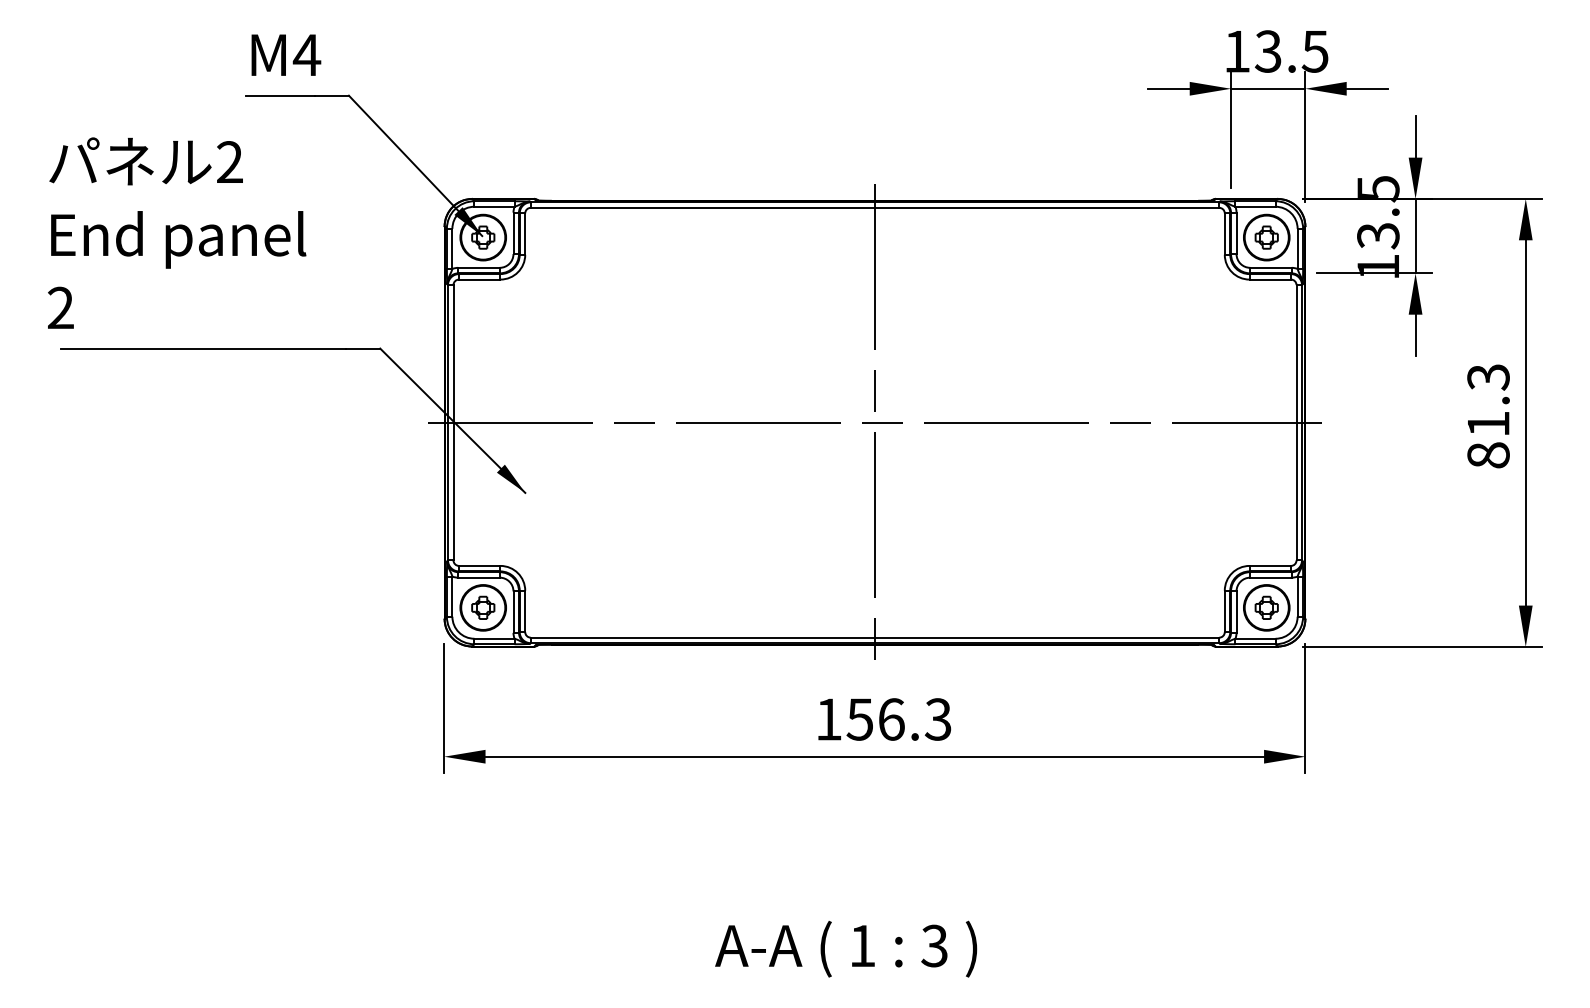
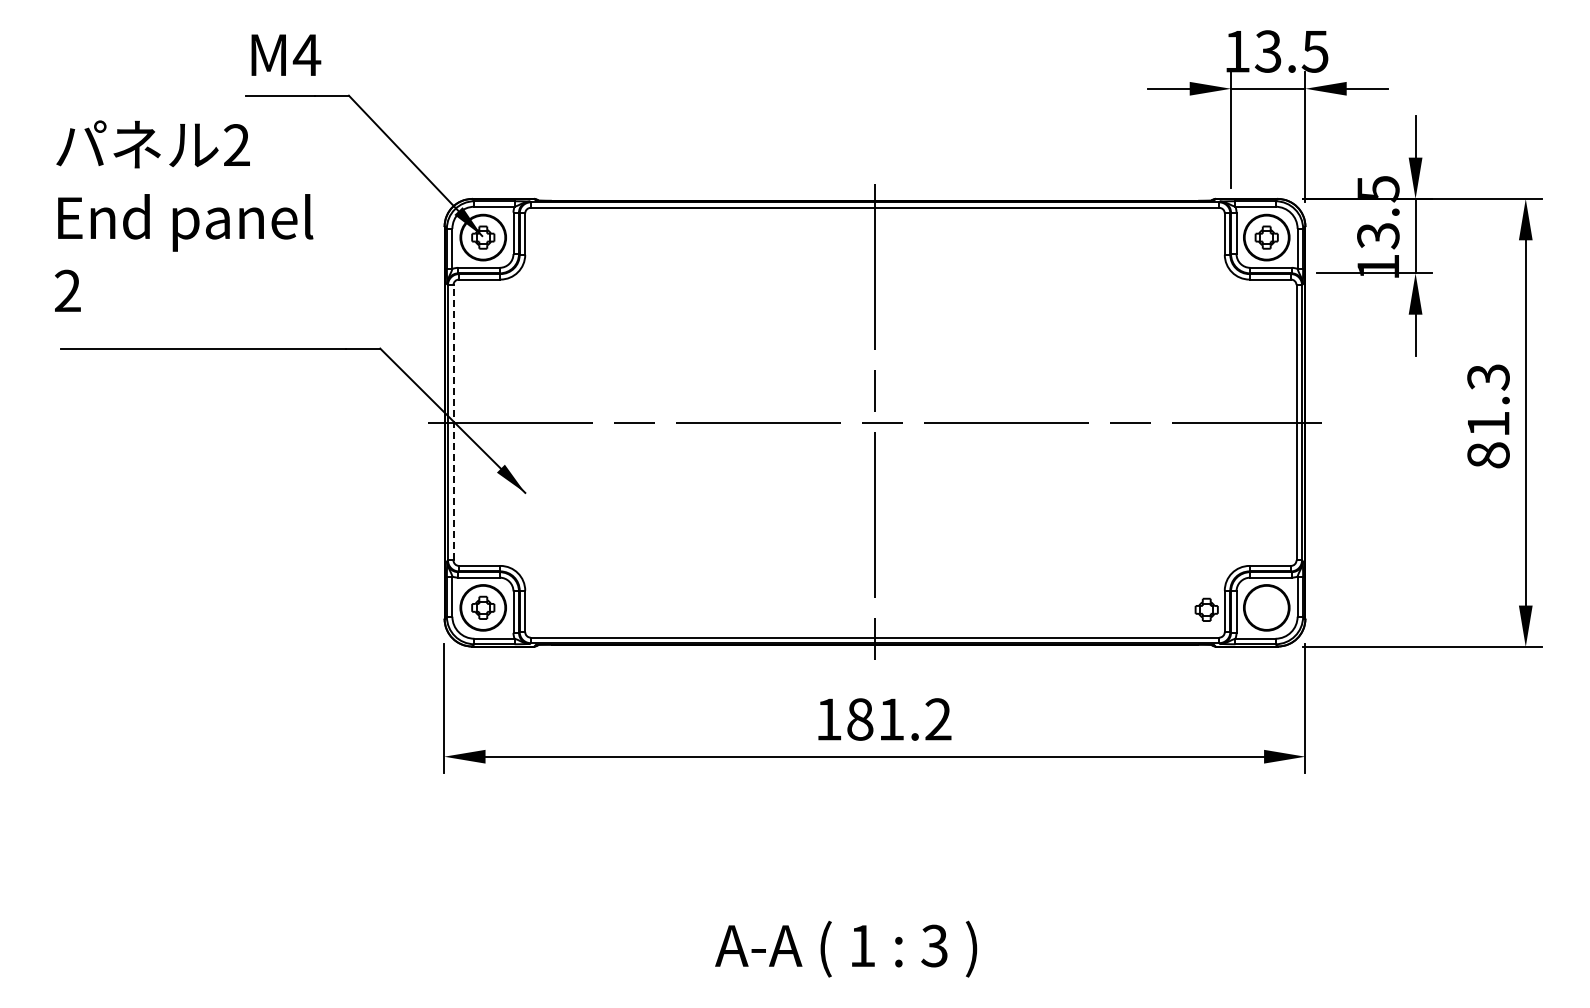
text at (177, 232) position: (177, 232) -> (184, 215)
line at (453, 422): solid -> dashed
part at (1266, 607) position: (1266, 607) -> (1206, 609)
text at (898, 719): 156.3 -> 181.2
